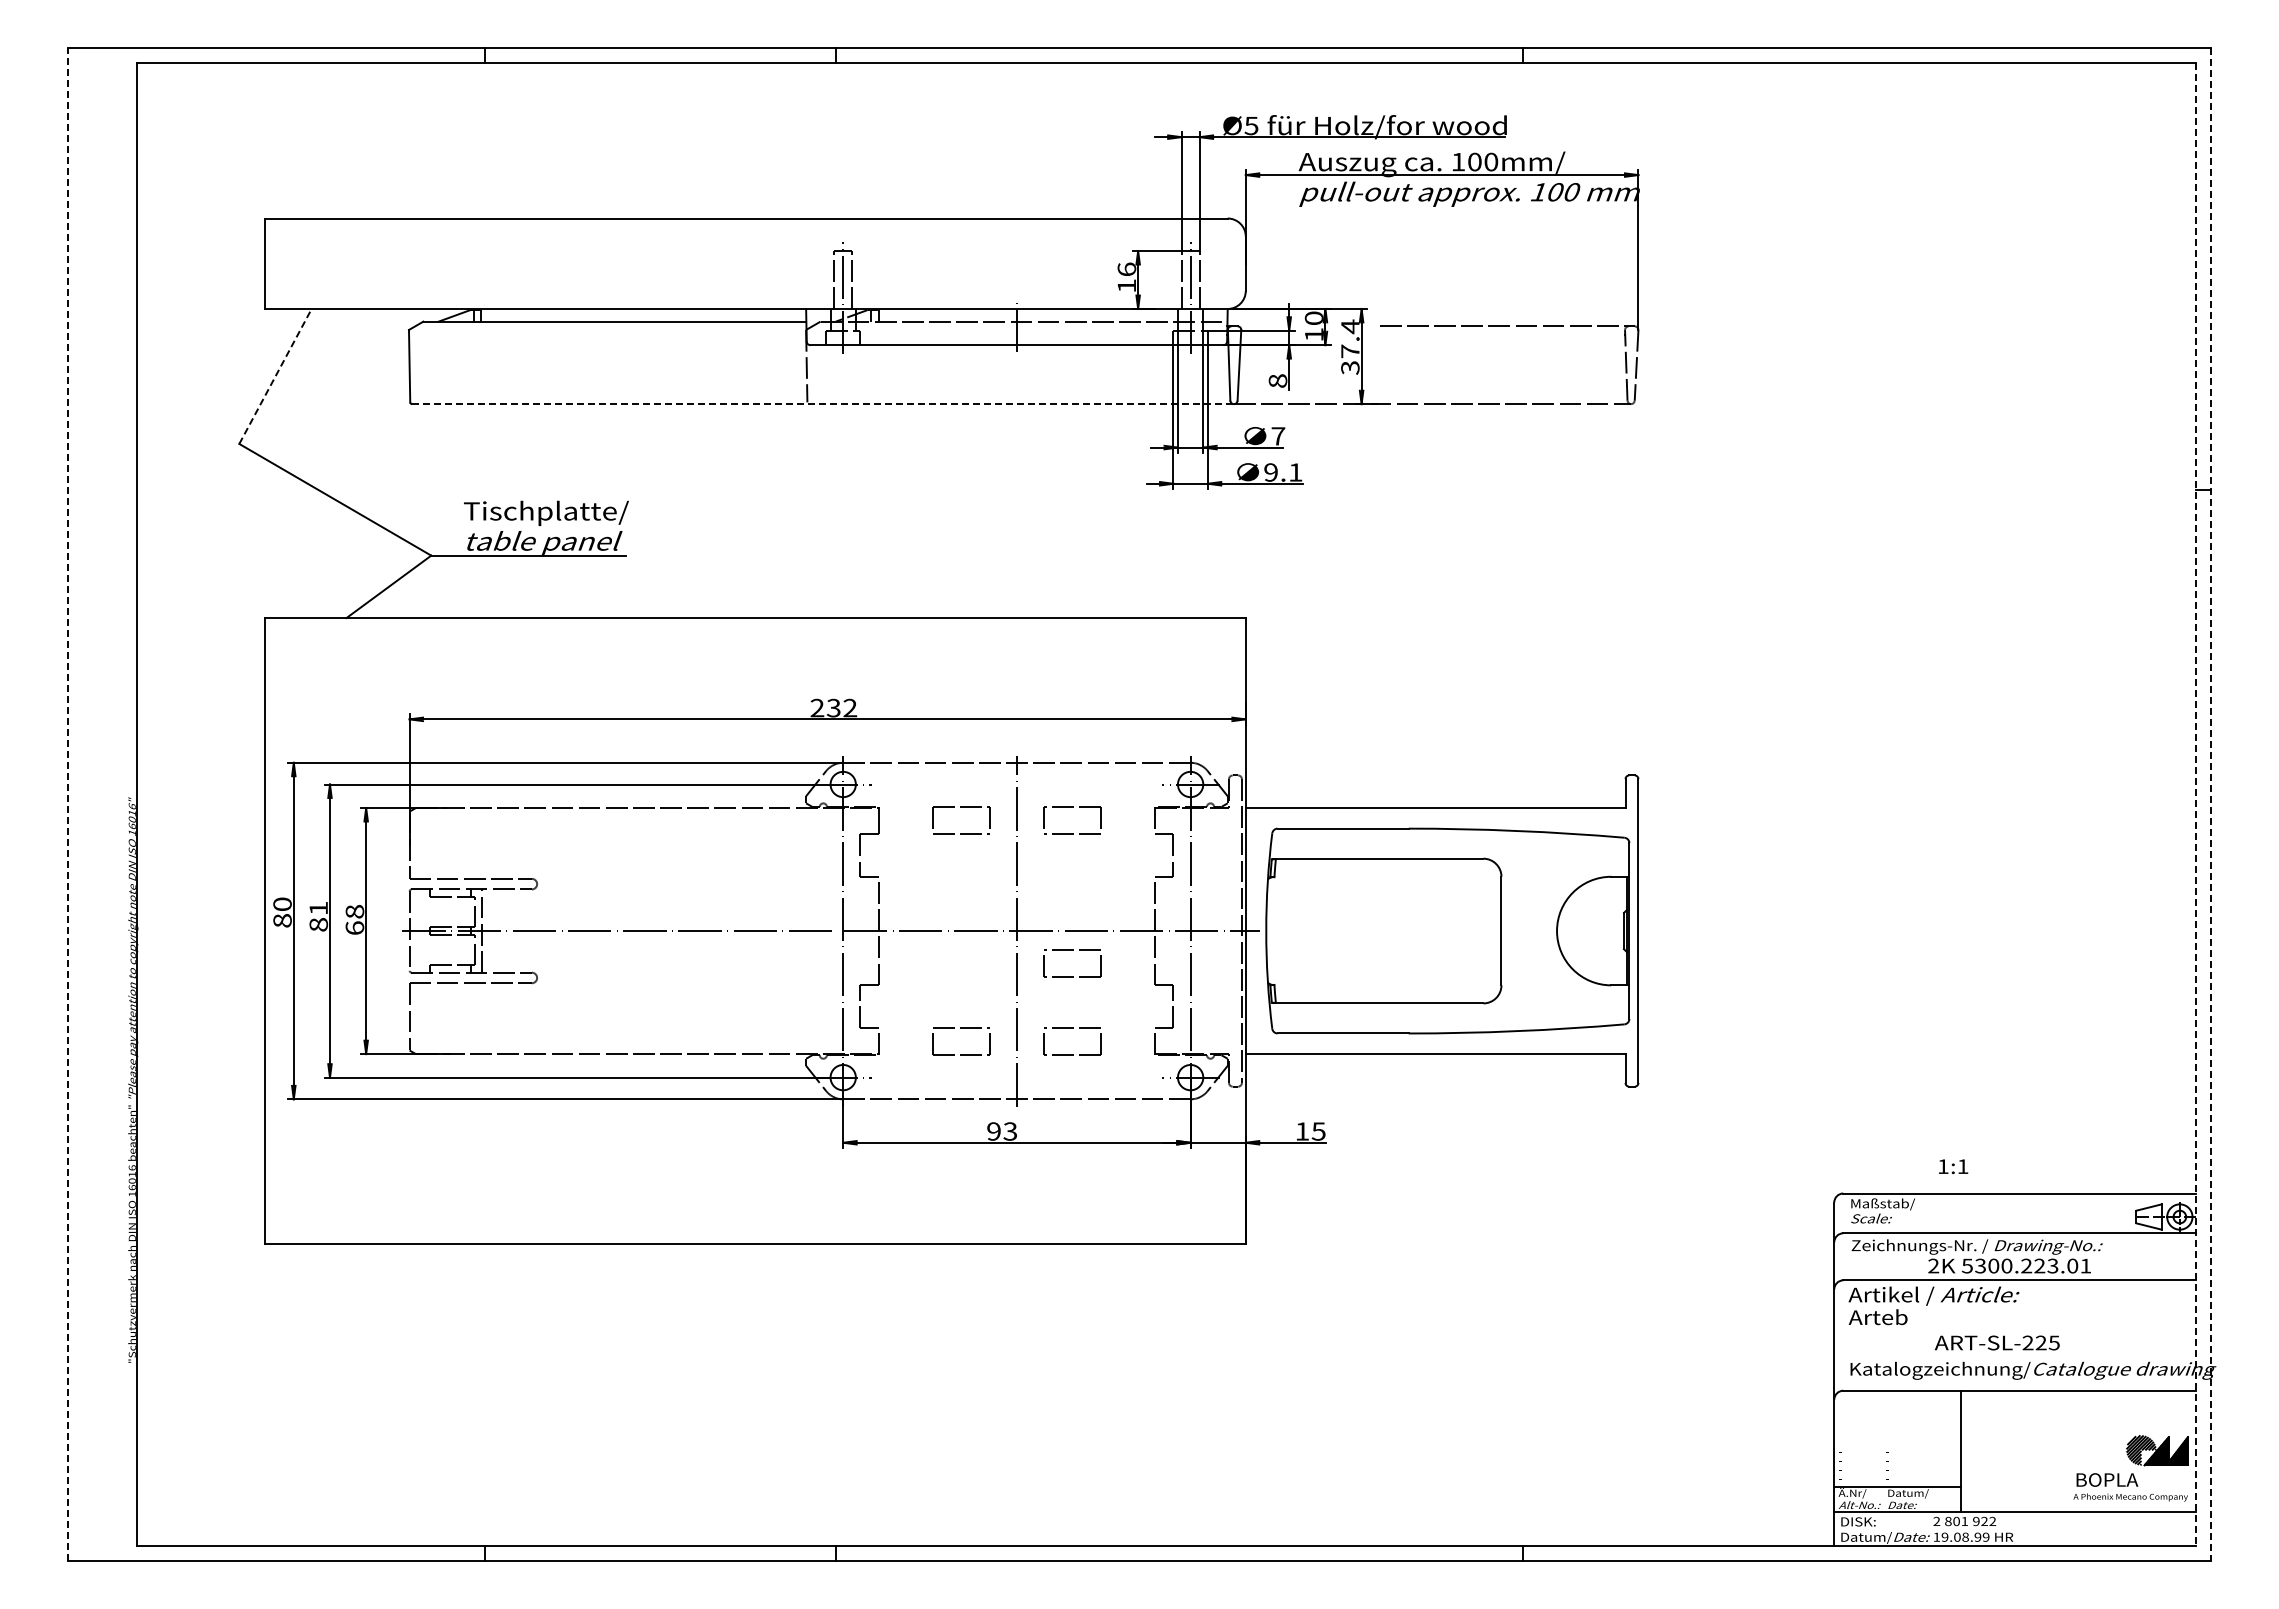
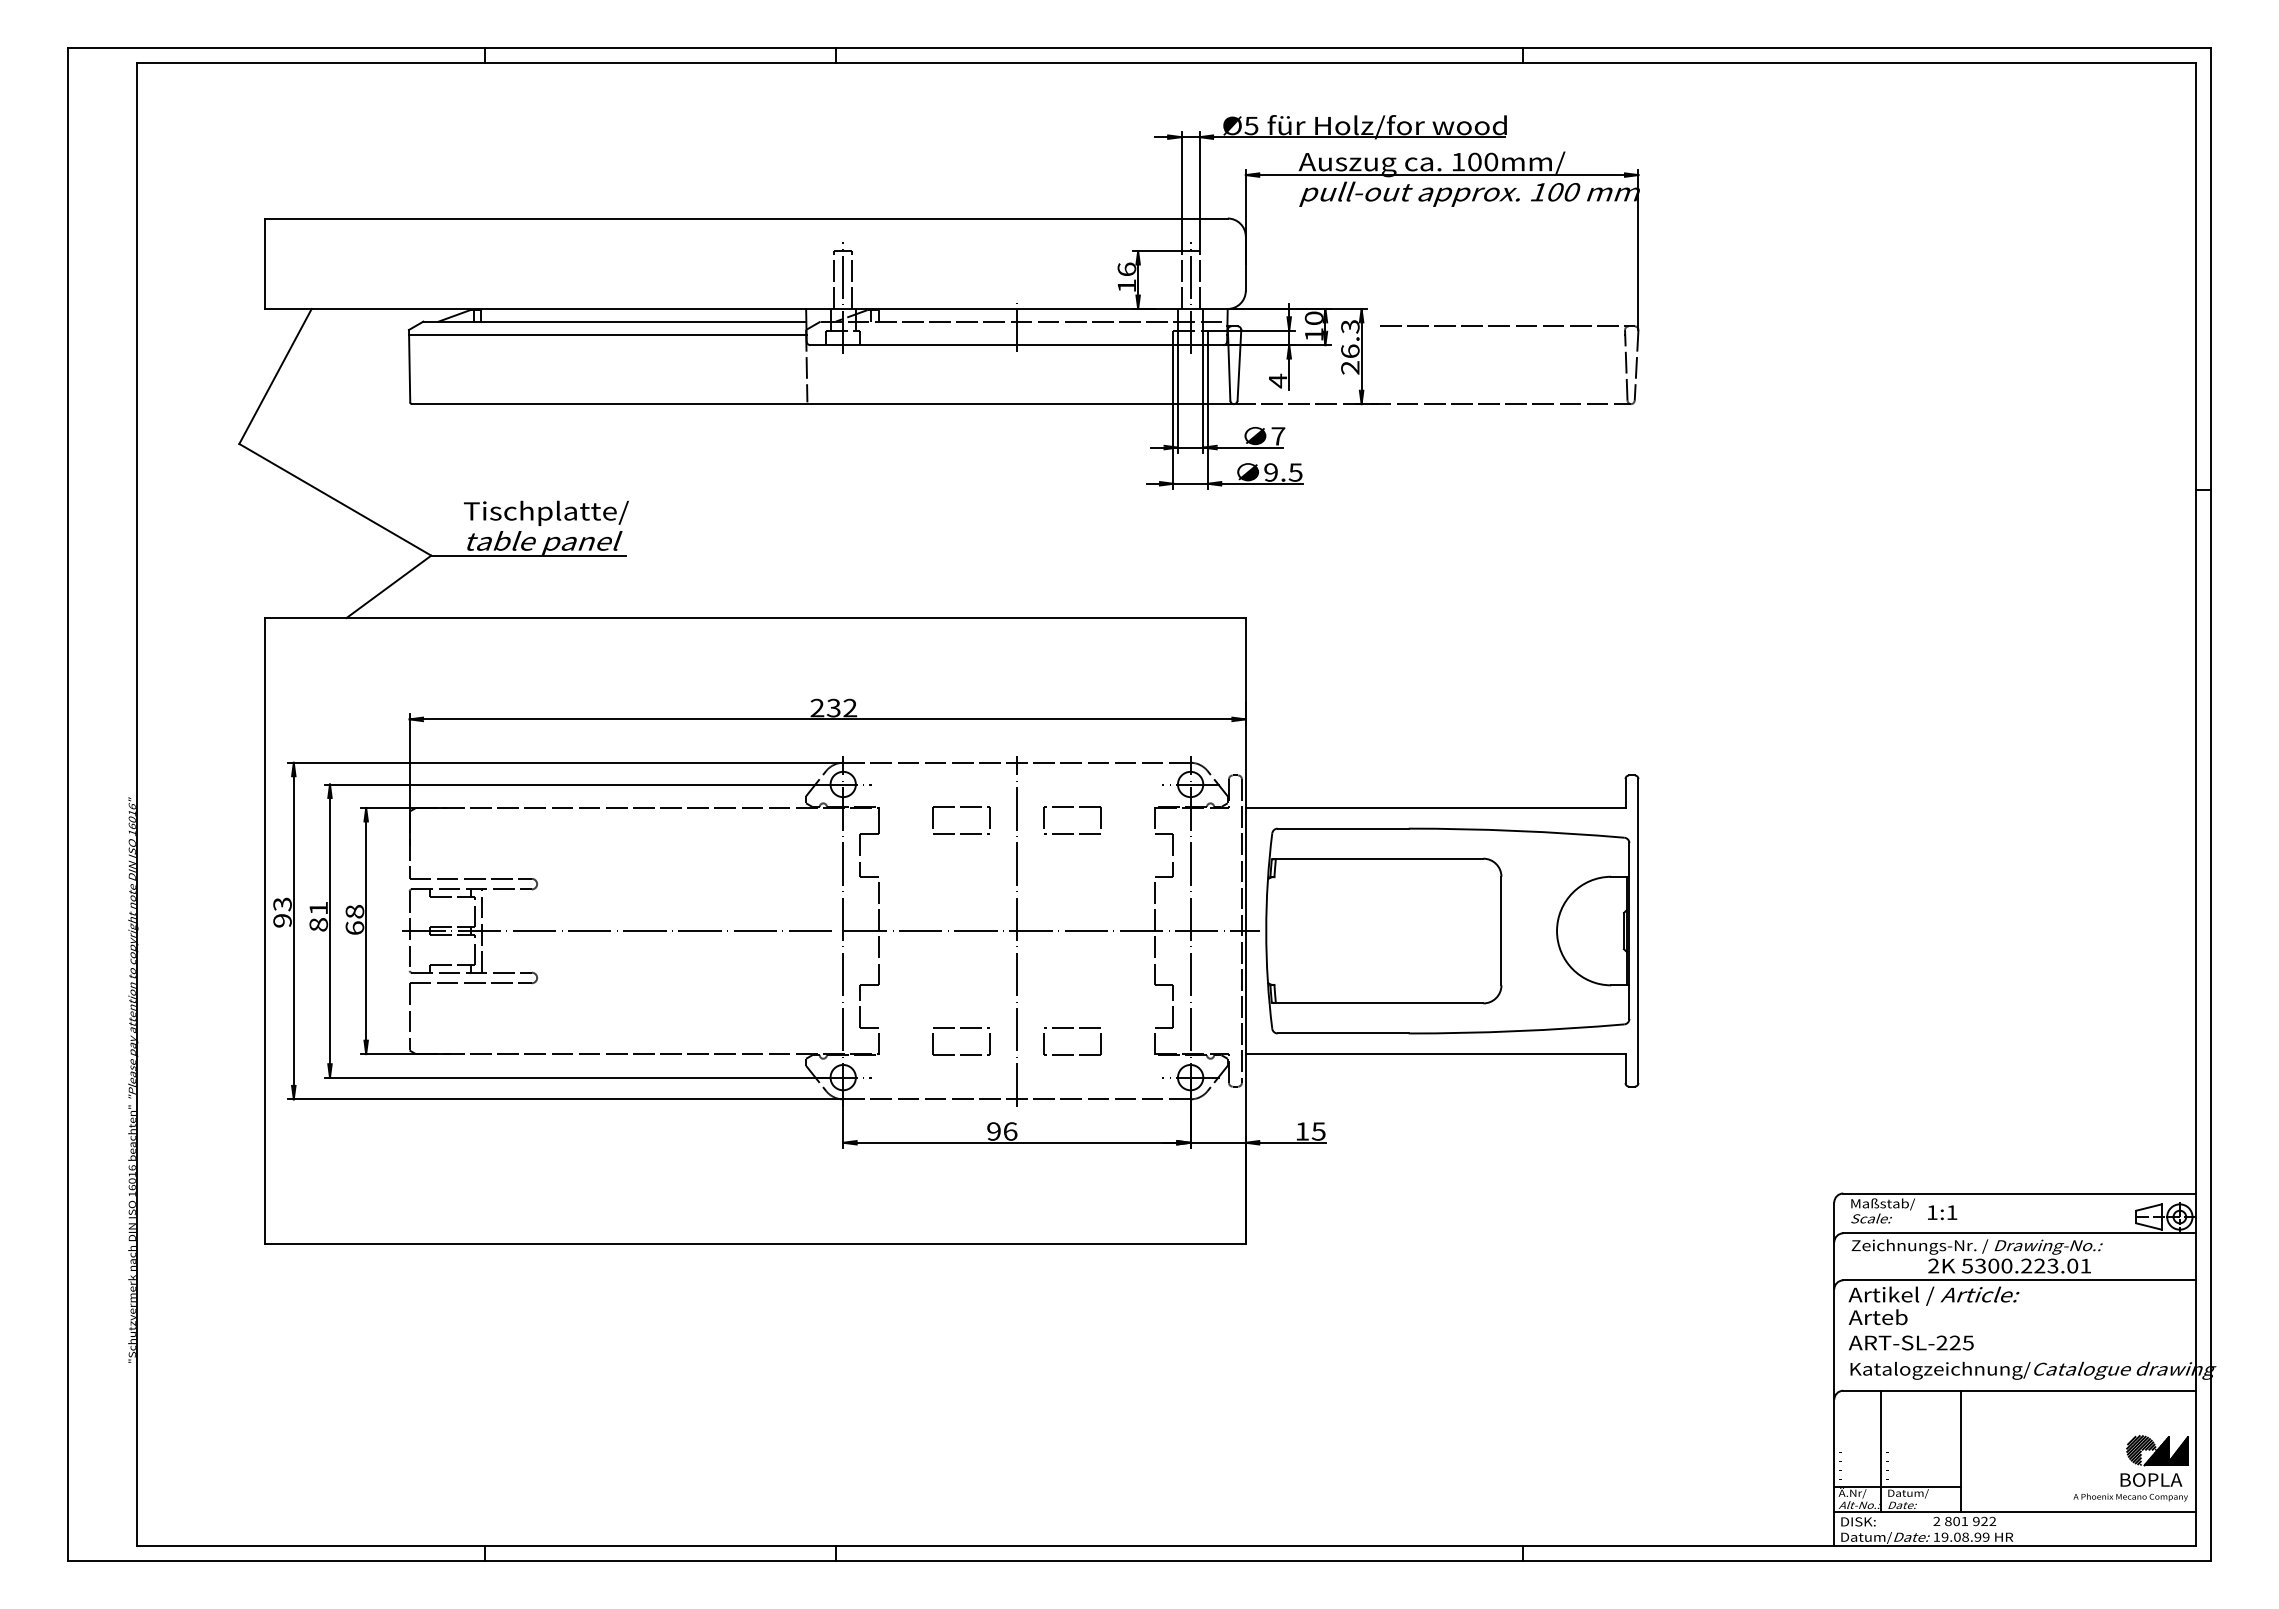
line at (607, 335): none -> present
text at (1350, 346): 37.4 -> 26.3
line at (275, 376): dashed -> solid
text at (1277, 380): 8 -> 4
line at (823, 404): dashed -> solid
text at (1295, 472): 9.1 -> 9.5
line at (68, 804): dashed -> solid
line at (2196, 804): dashed -> solid
line at (2210, 804): dashed -> solid
text at (282, 912): 80 -> 93
part at (1072, 950): present -> none
text at (1010, 1131): 93 -> 96
text at (1953, 1166) position: (1953, 1166) -> (1942, 1212)
text at (1997, 1342) position: (1997, 1342) -> (1911, 1342)
line at (1881, 1450): none -> present
text at (2107, 1479) position: (2107, 1479) -> (2151, 1479)
